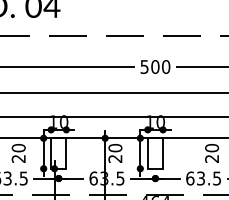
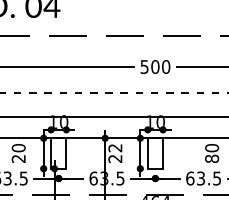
line at (113, 92): solid -> dashed
text at (115, 147): 20 -> 22
text at (212, 158): 20 -> 80
